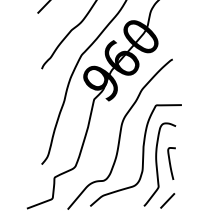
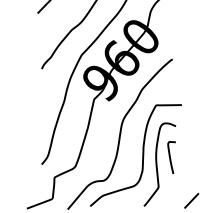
curve at (170, 163) position: (170, 163) -> (170, 157)
line at (167, 200) position: (167, 200) -> (191, 200)
